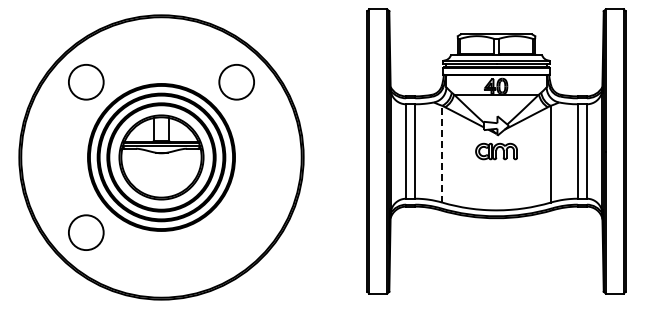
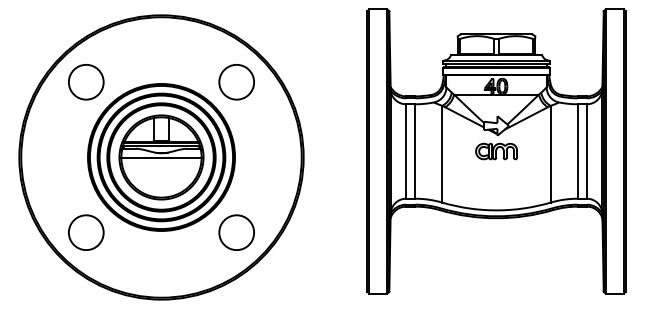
line at (442, 153): dashed -> solid
line at (161, 157): none -> present
circle at (236, 232): none -> present
